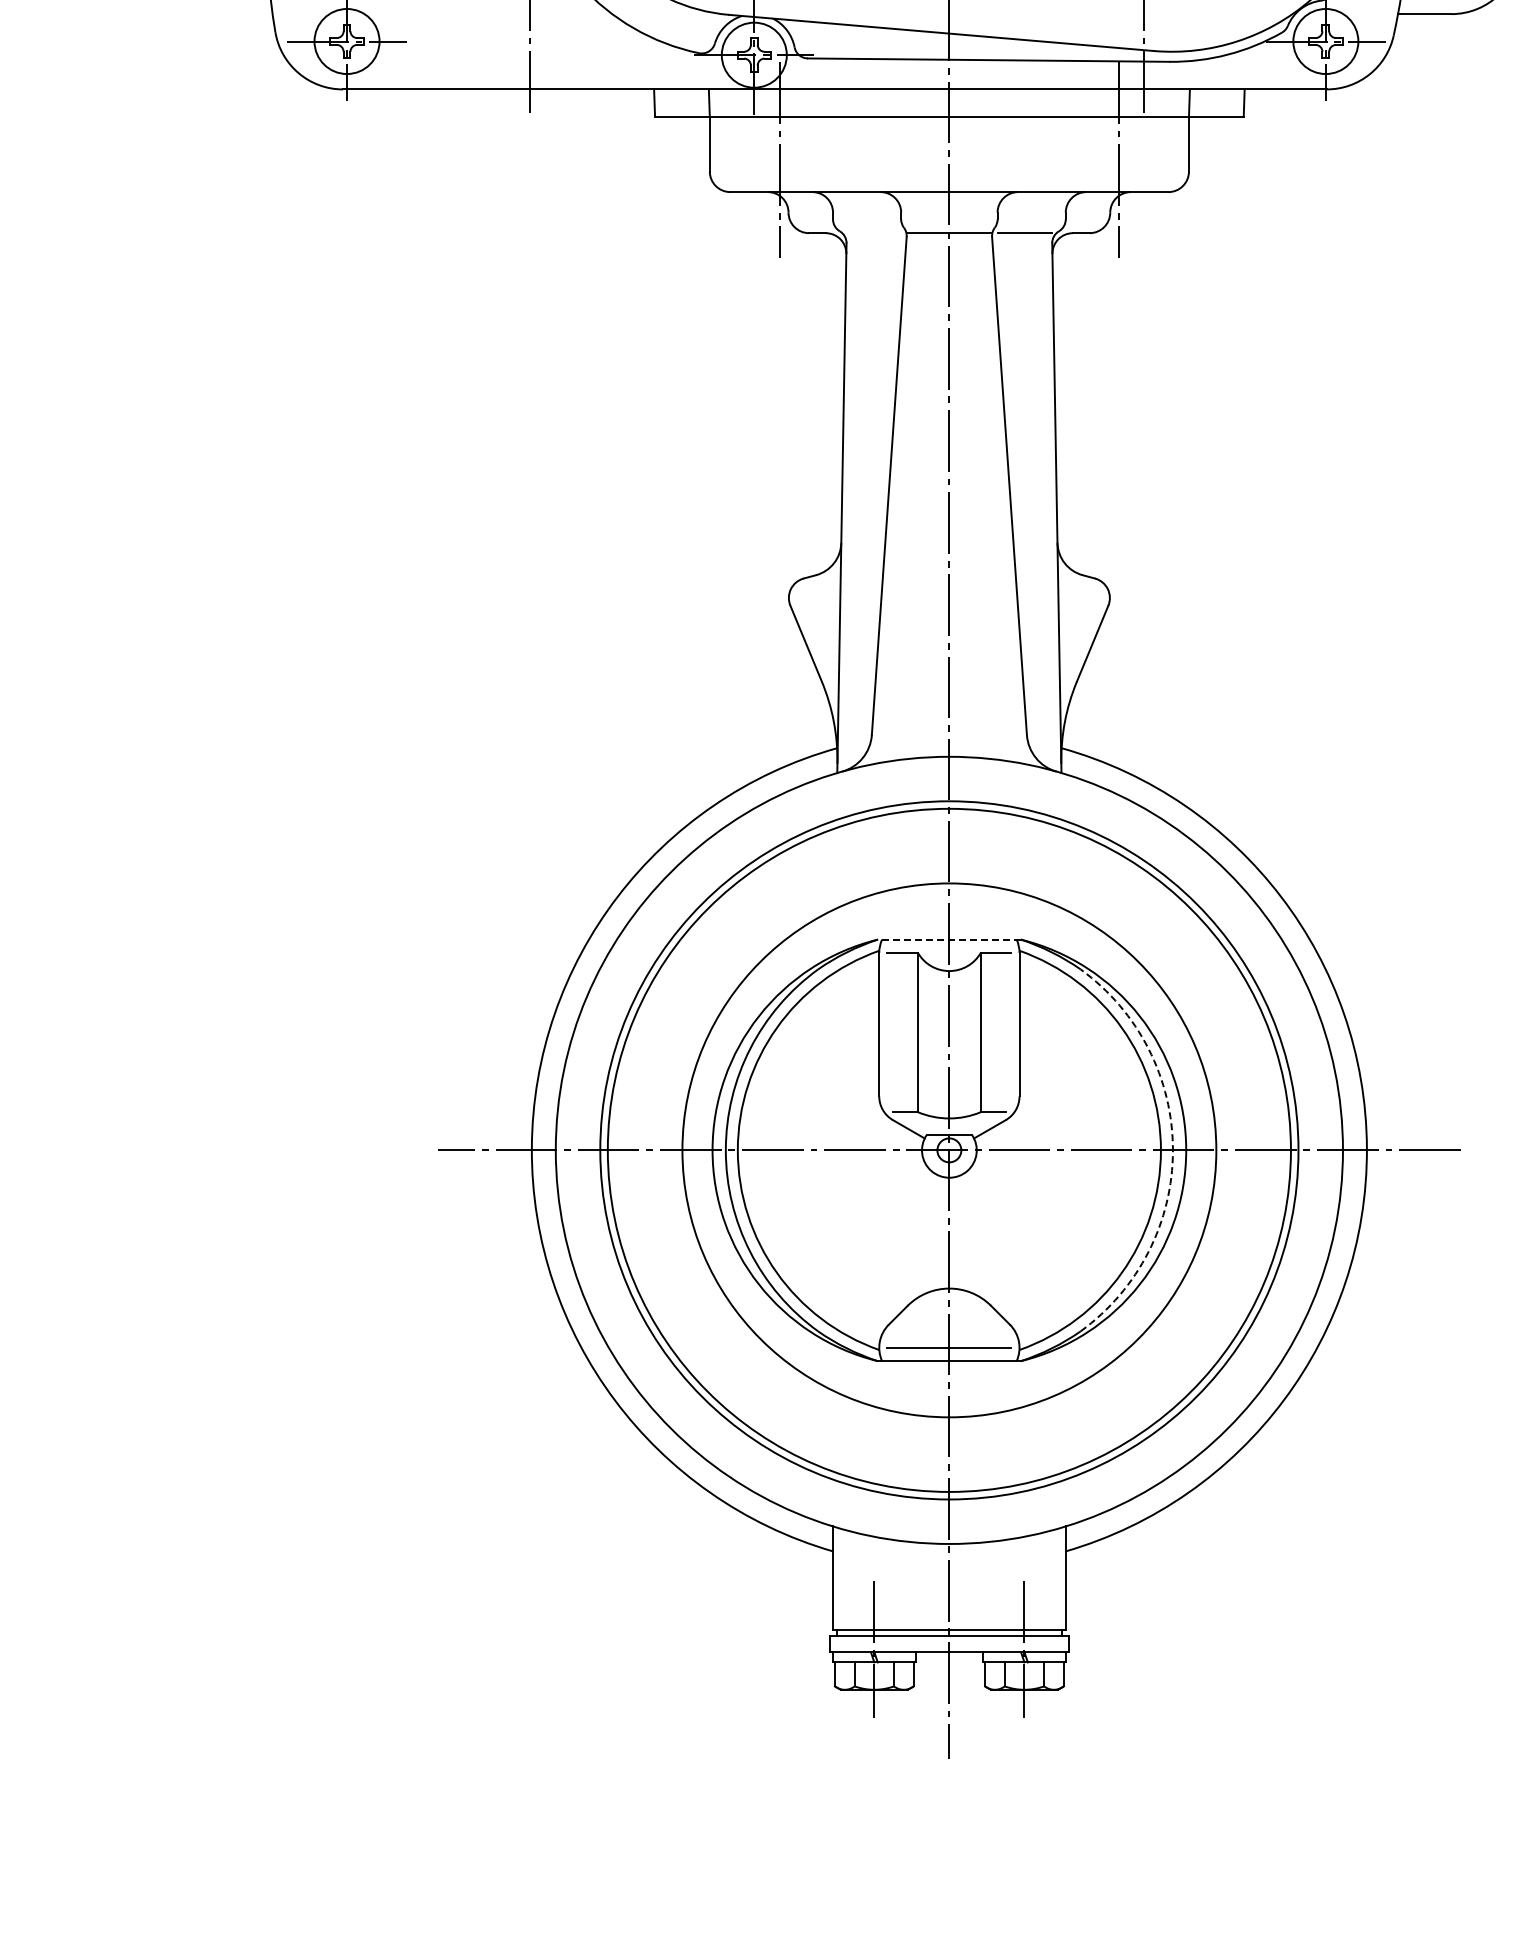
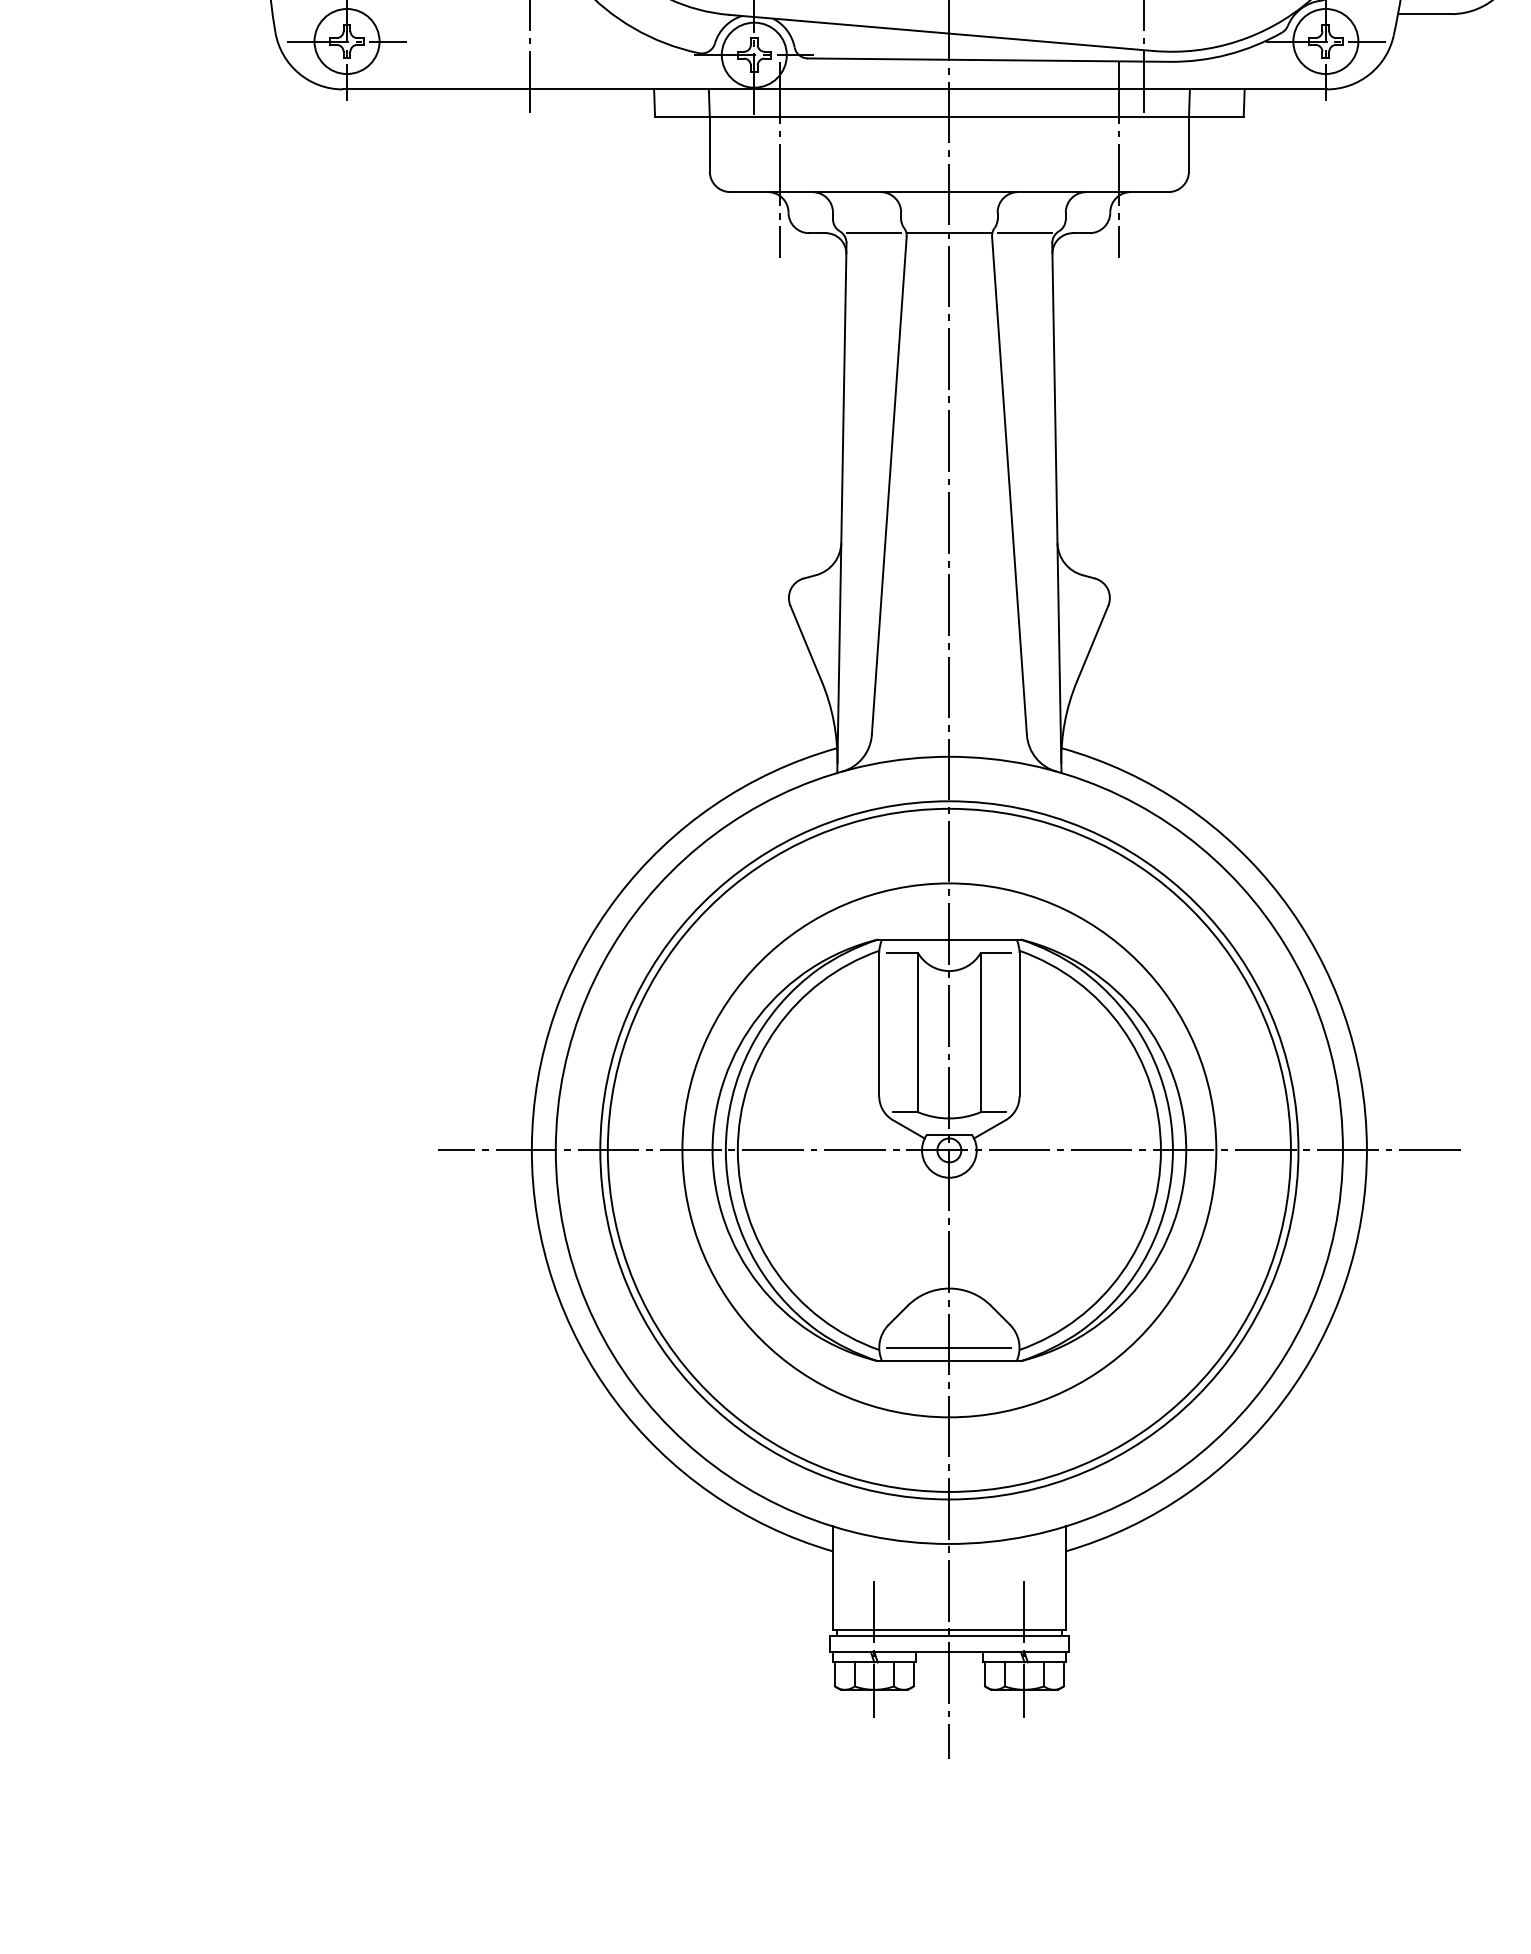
line at (873, 233): none -> present
line at (948, 939): dashed -> solid
arc at (1172, 1150): dashed -> solid
